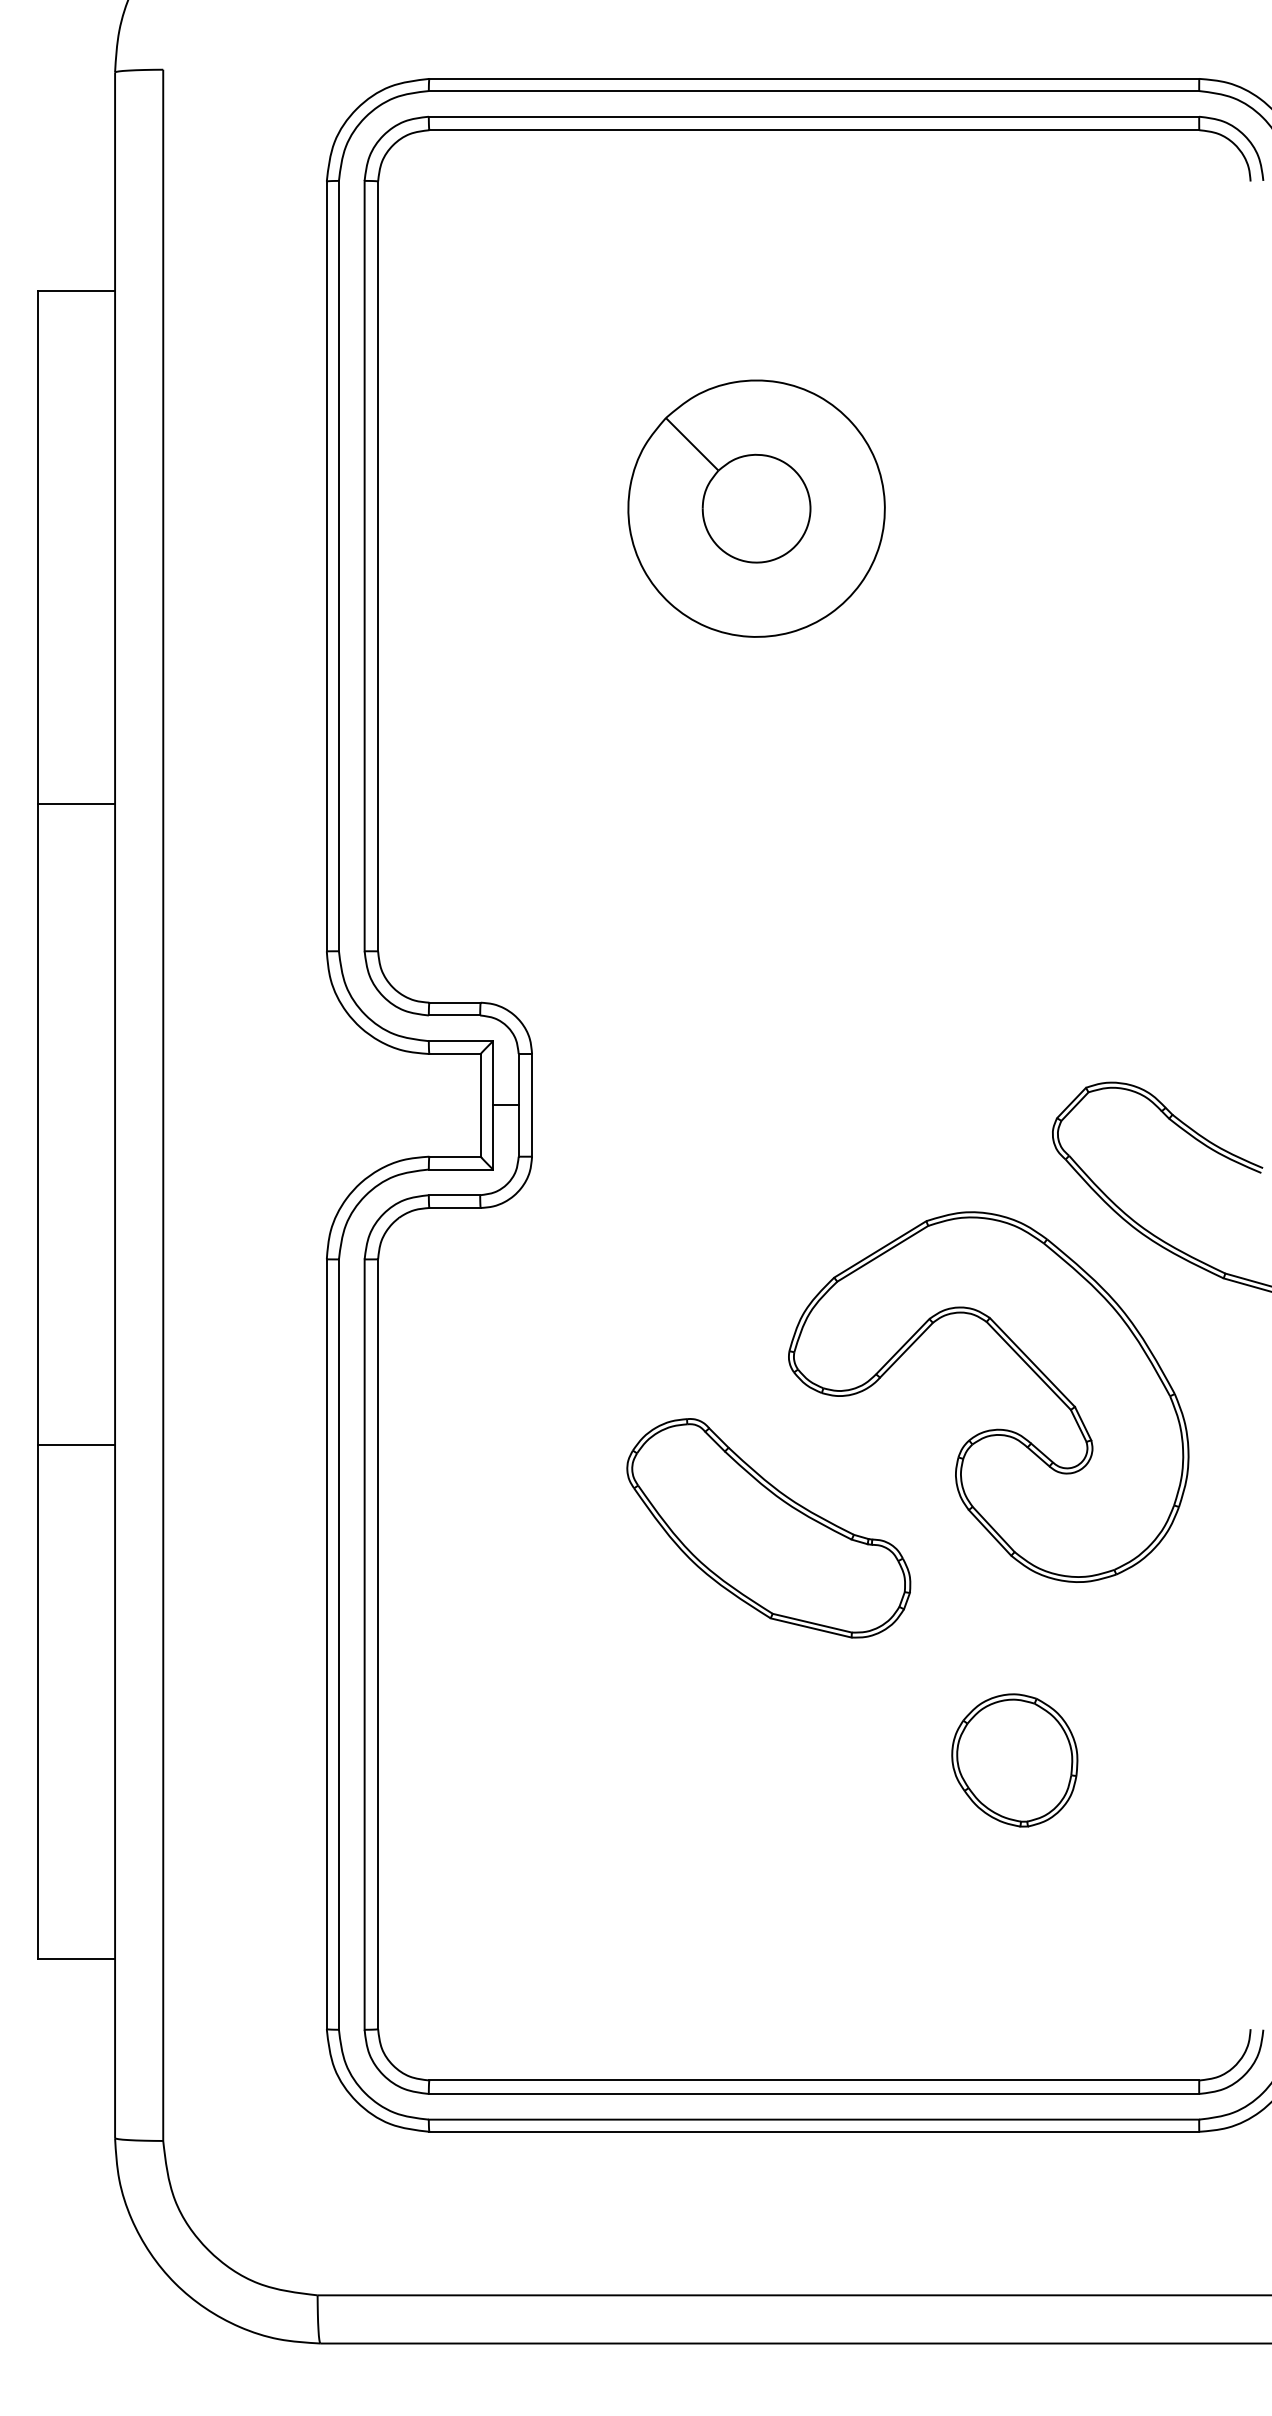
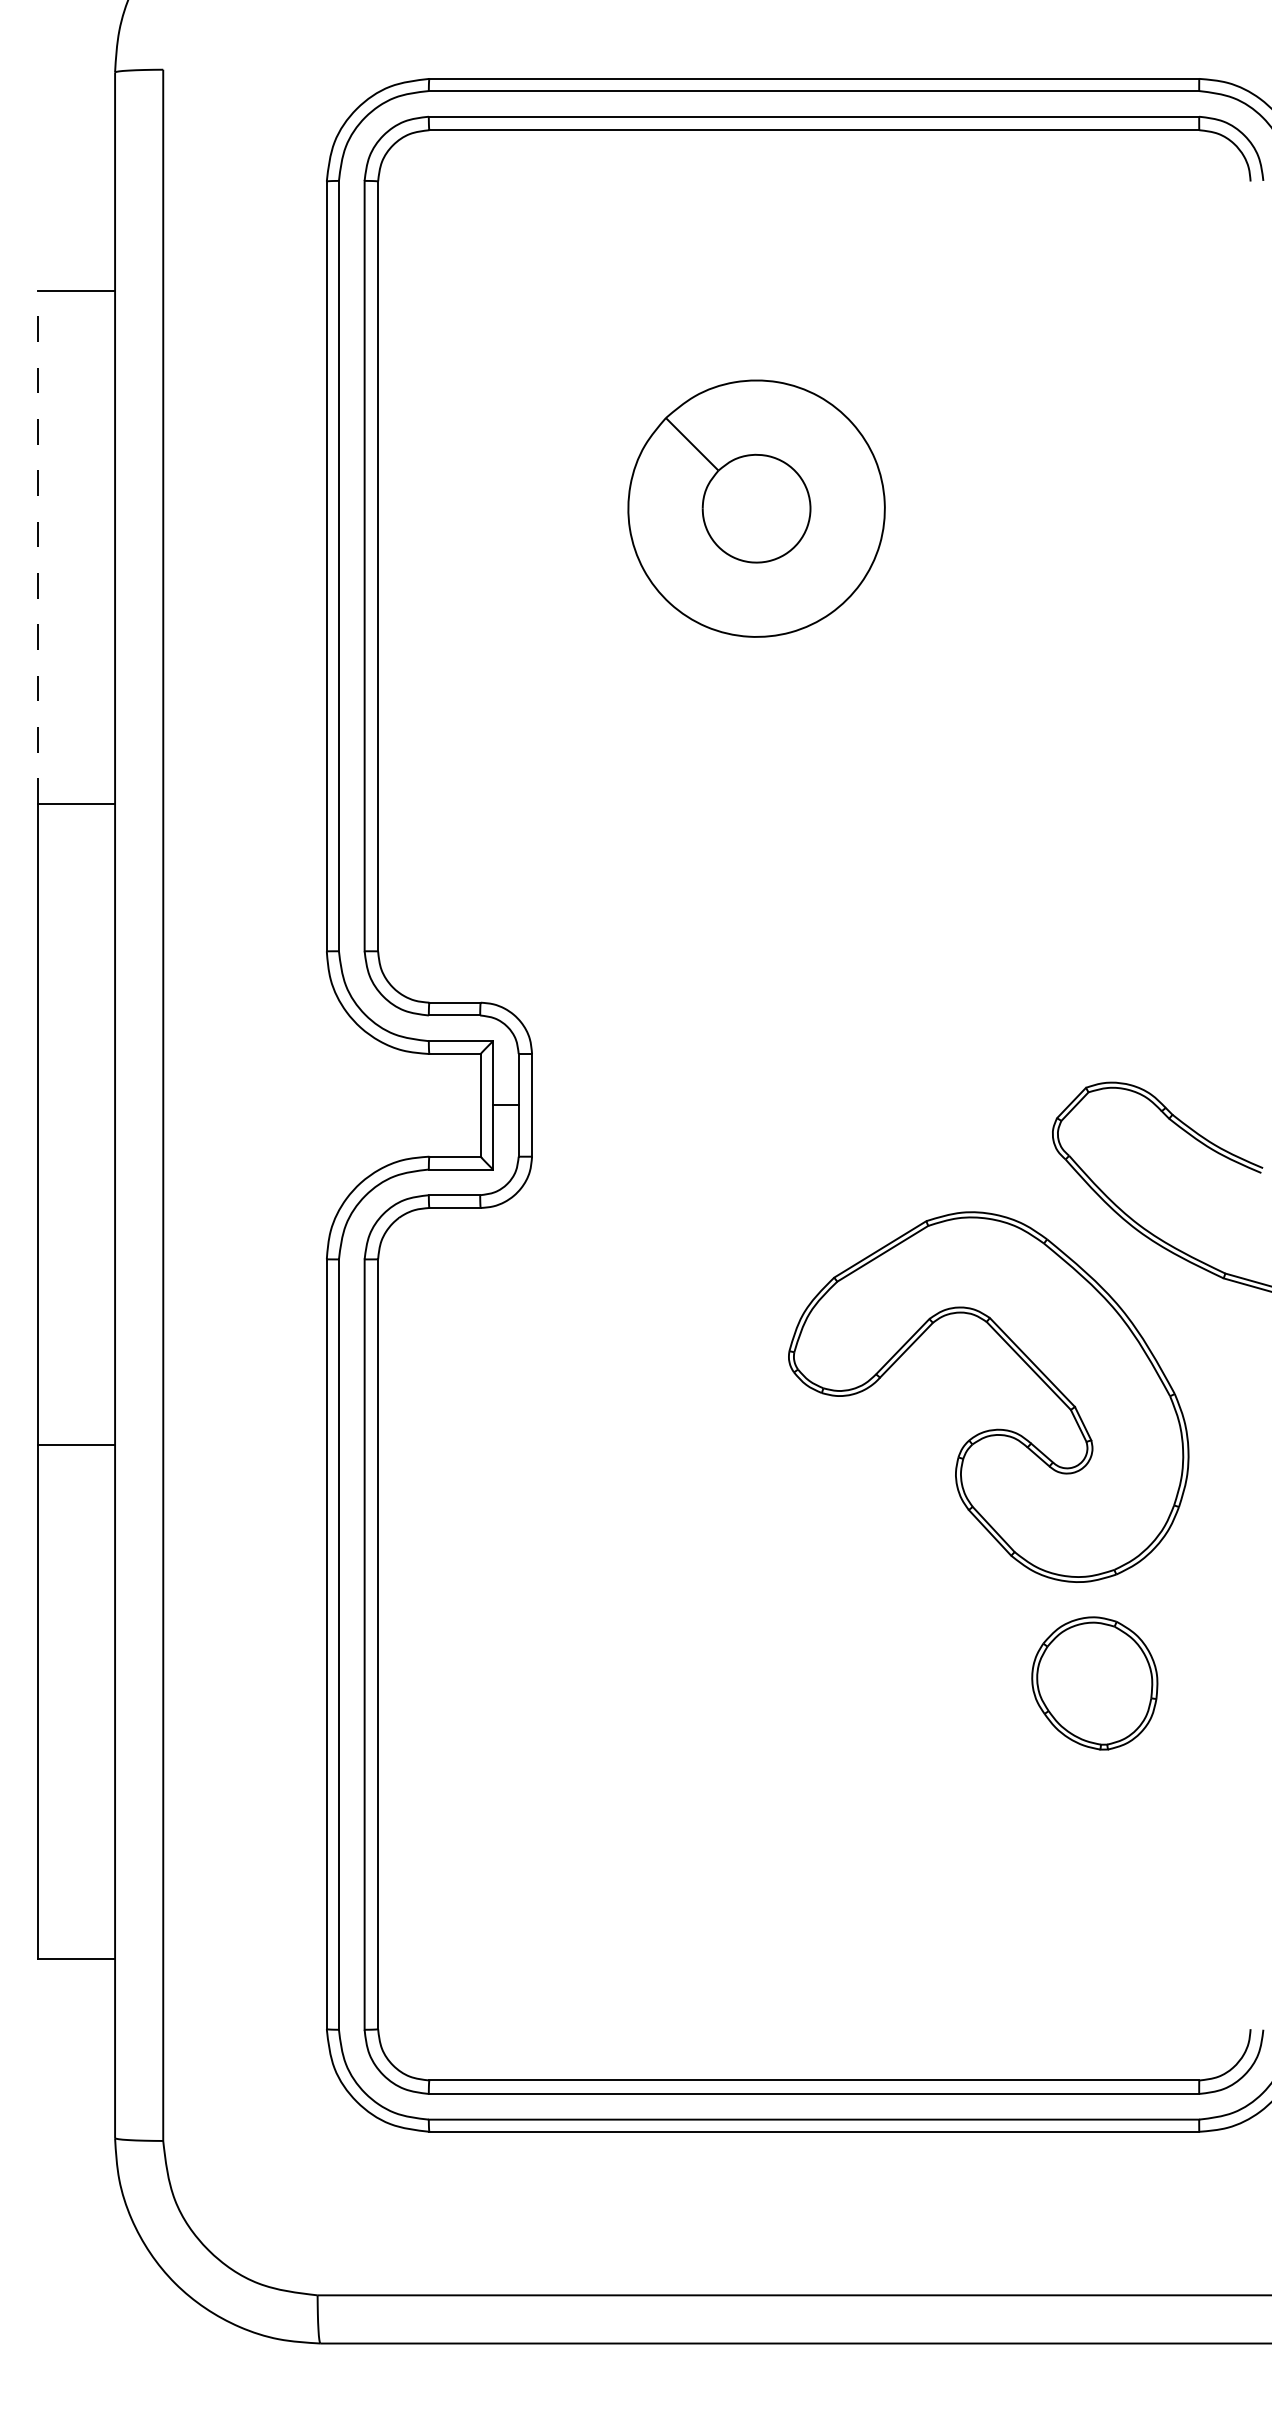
line at (38, 547): solid -> dashed
part at (768, 1528): present -> none
part at (1014, 1760) position: (1014, 1760) -> (1094, 1683)
